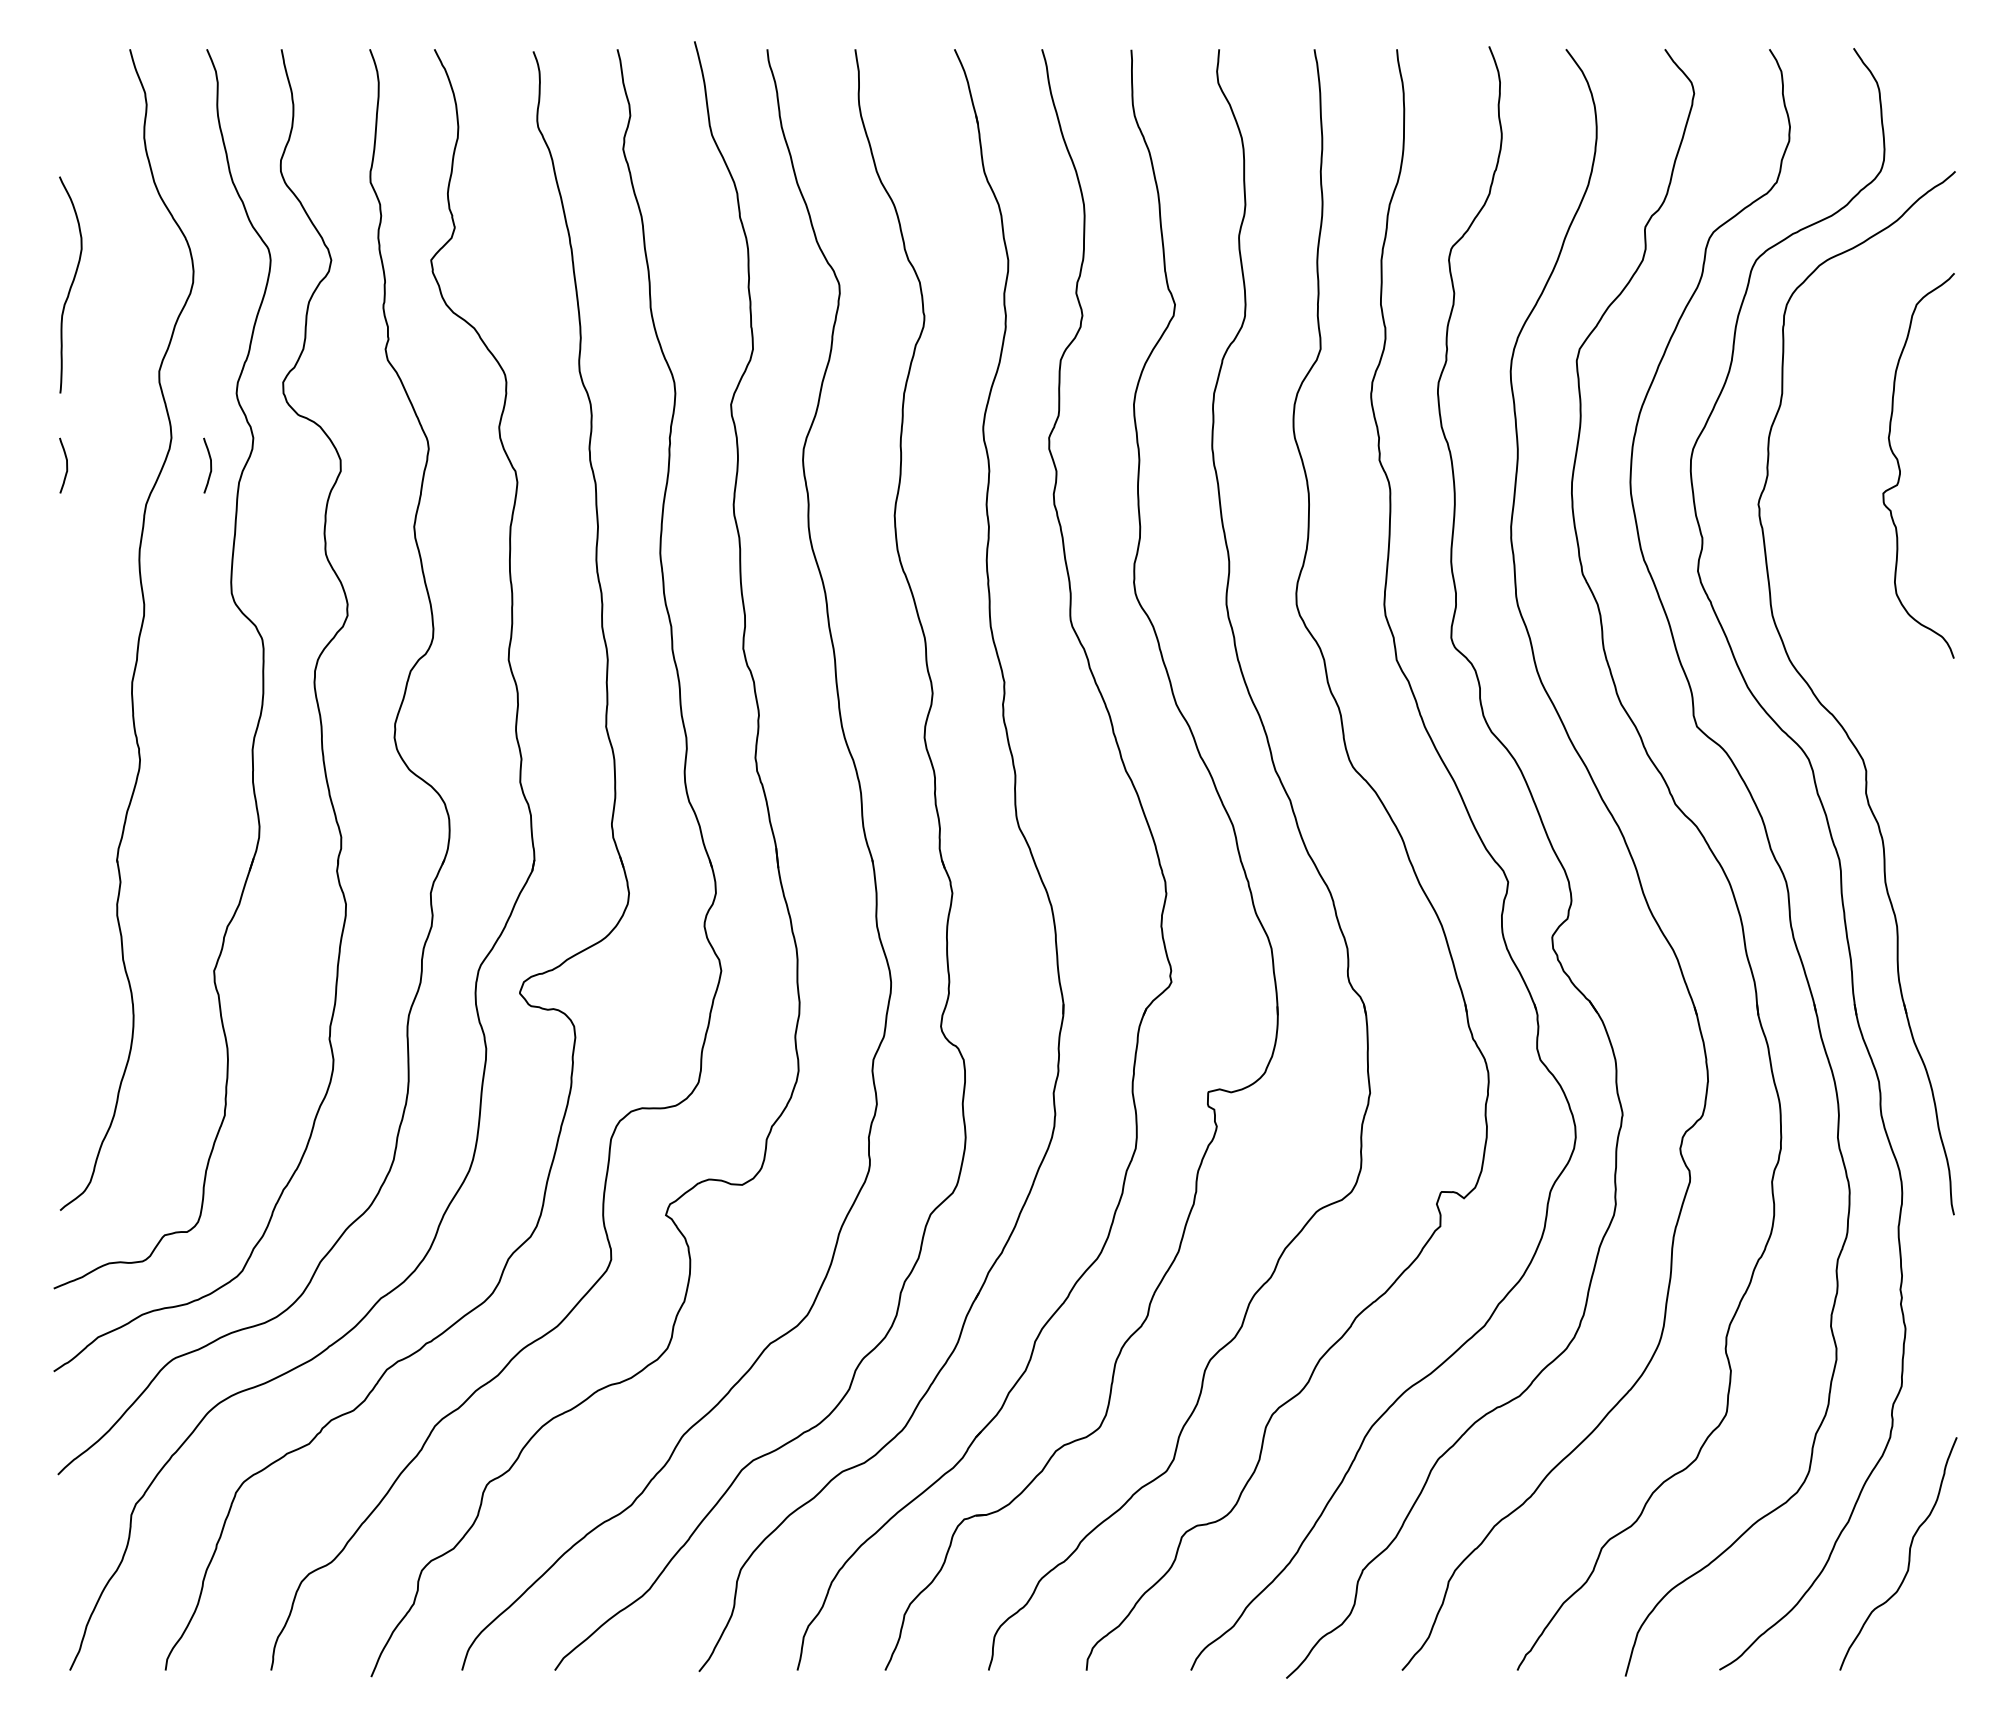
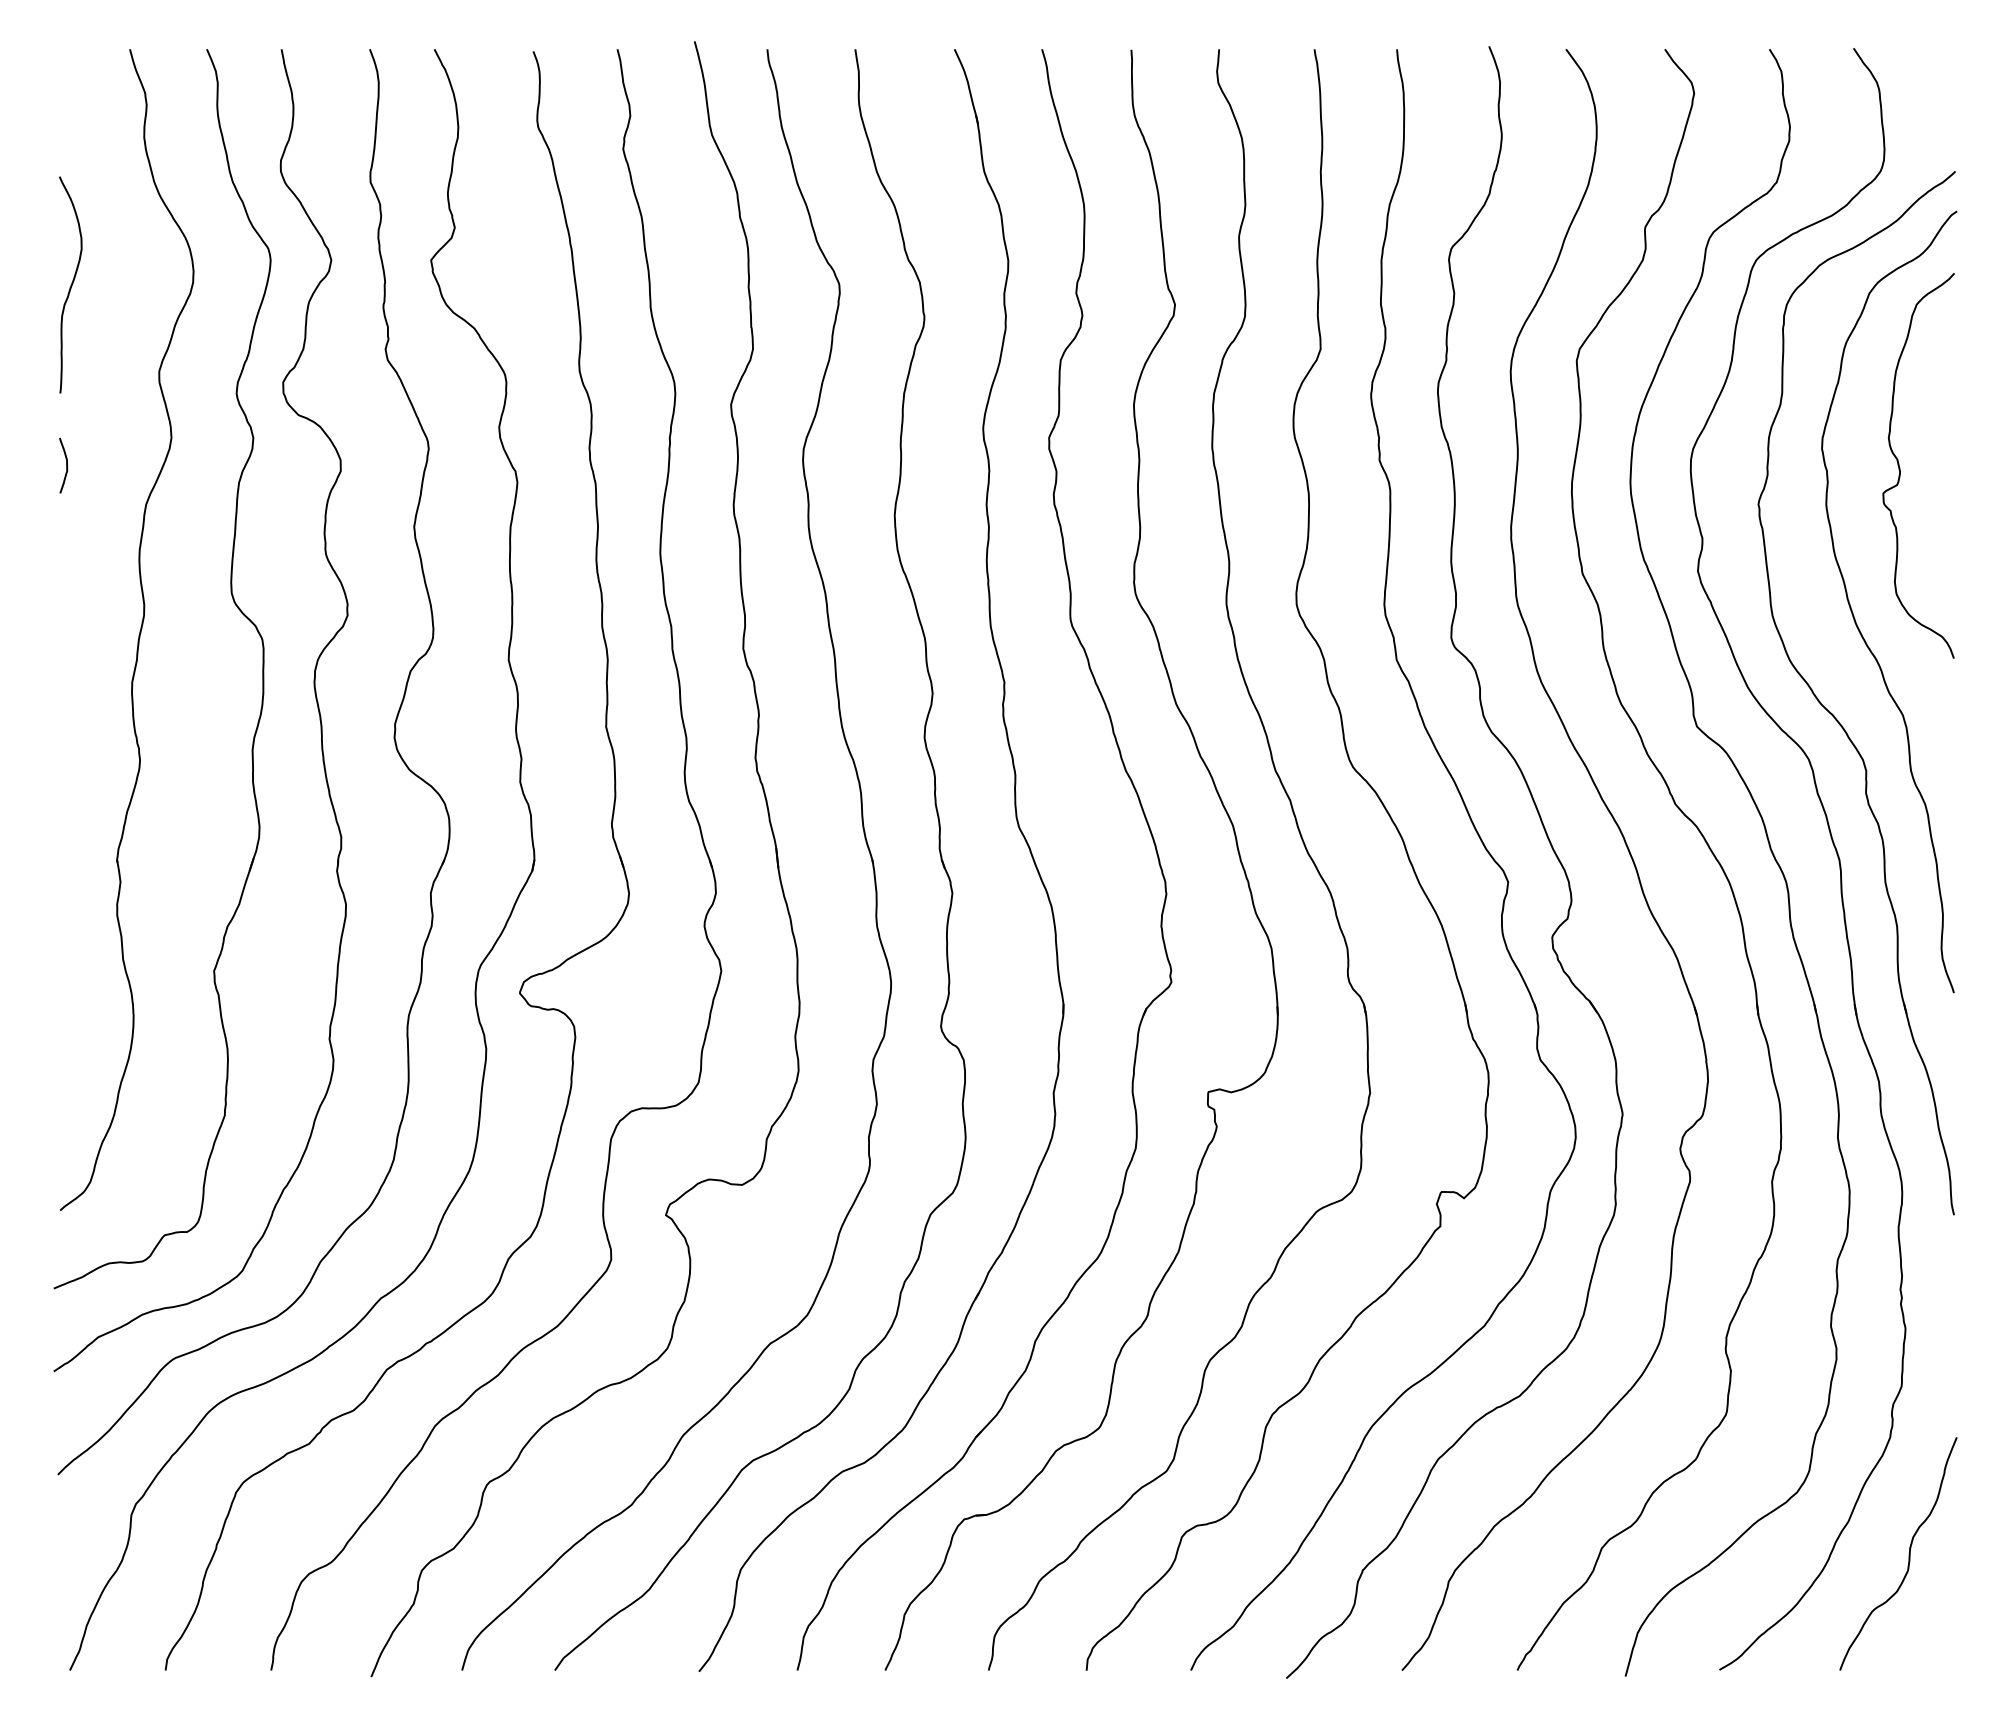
curve at (210, 465): present -> none
curve at (1853, 612): none -> present
